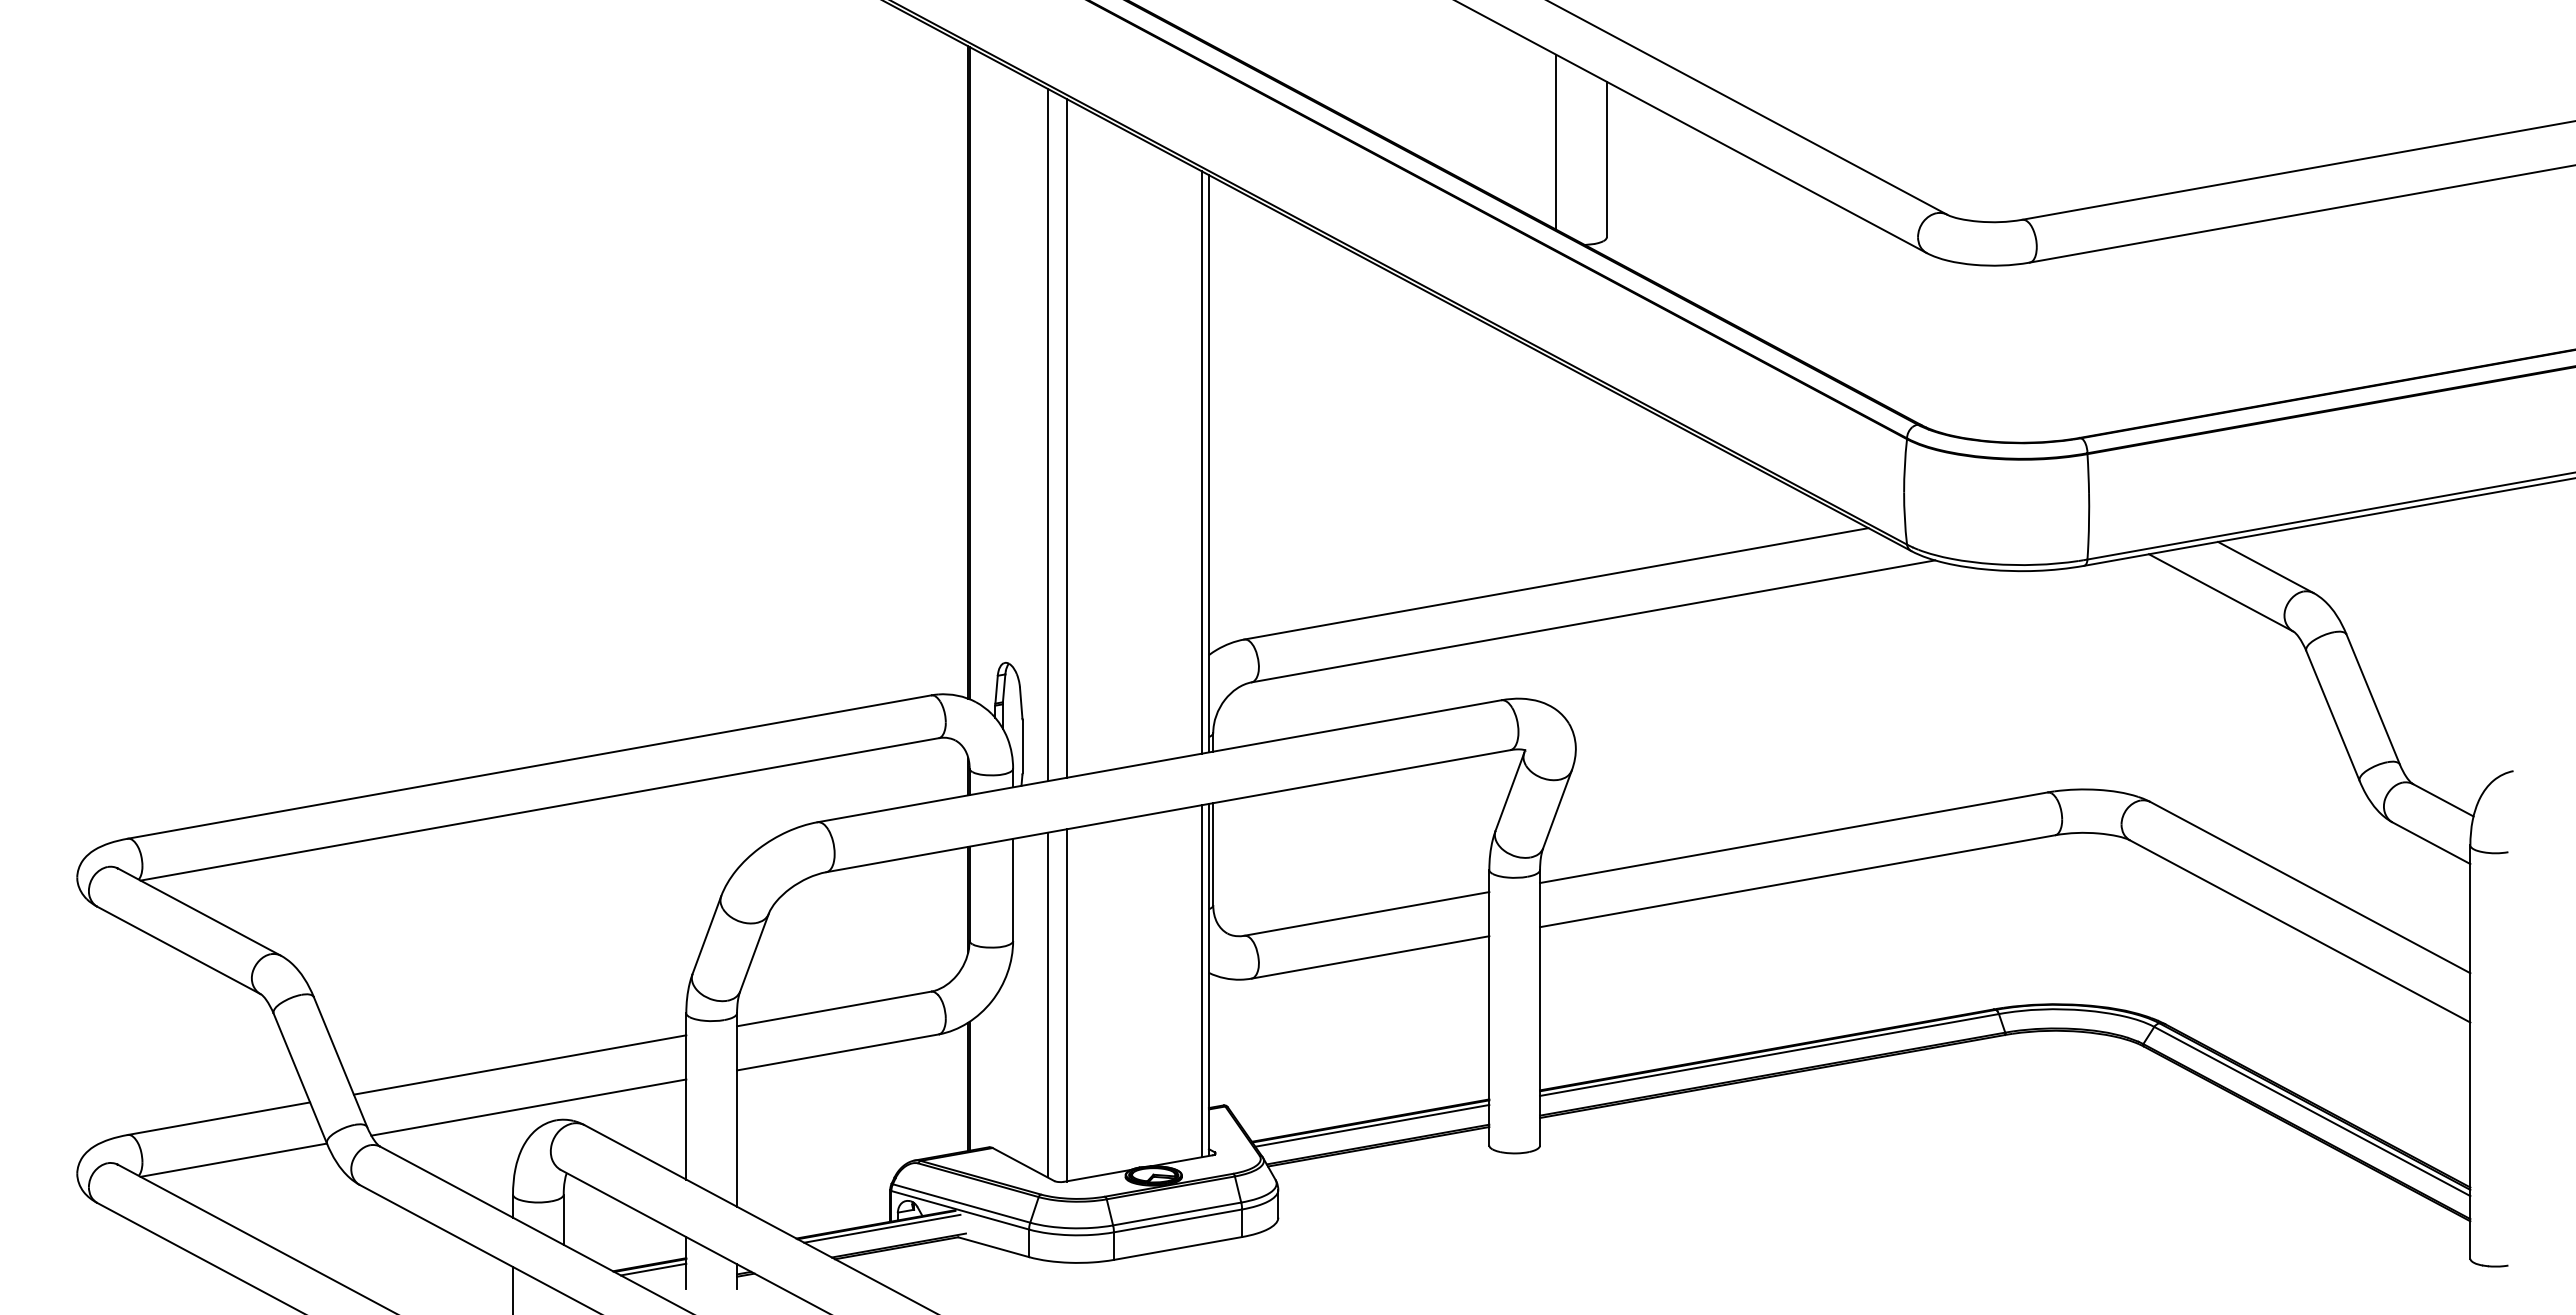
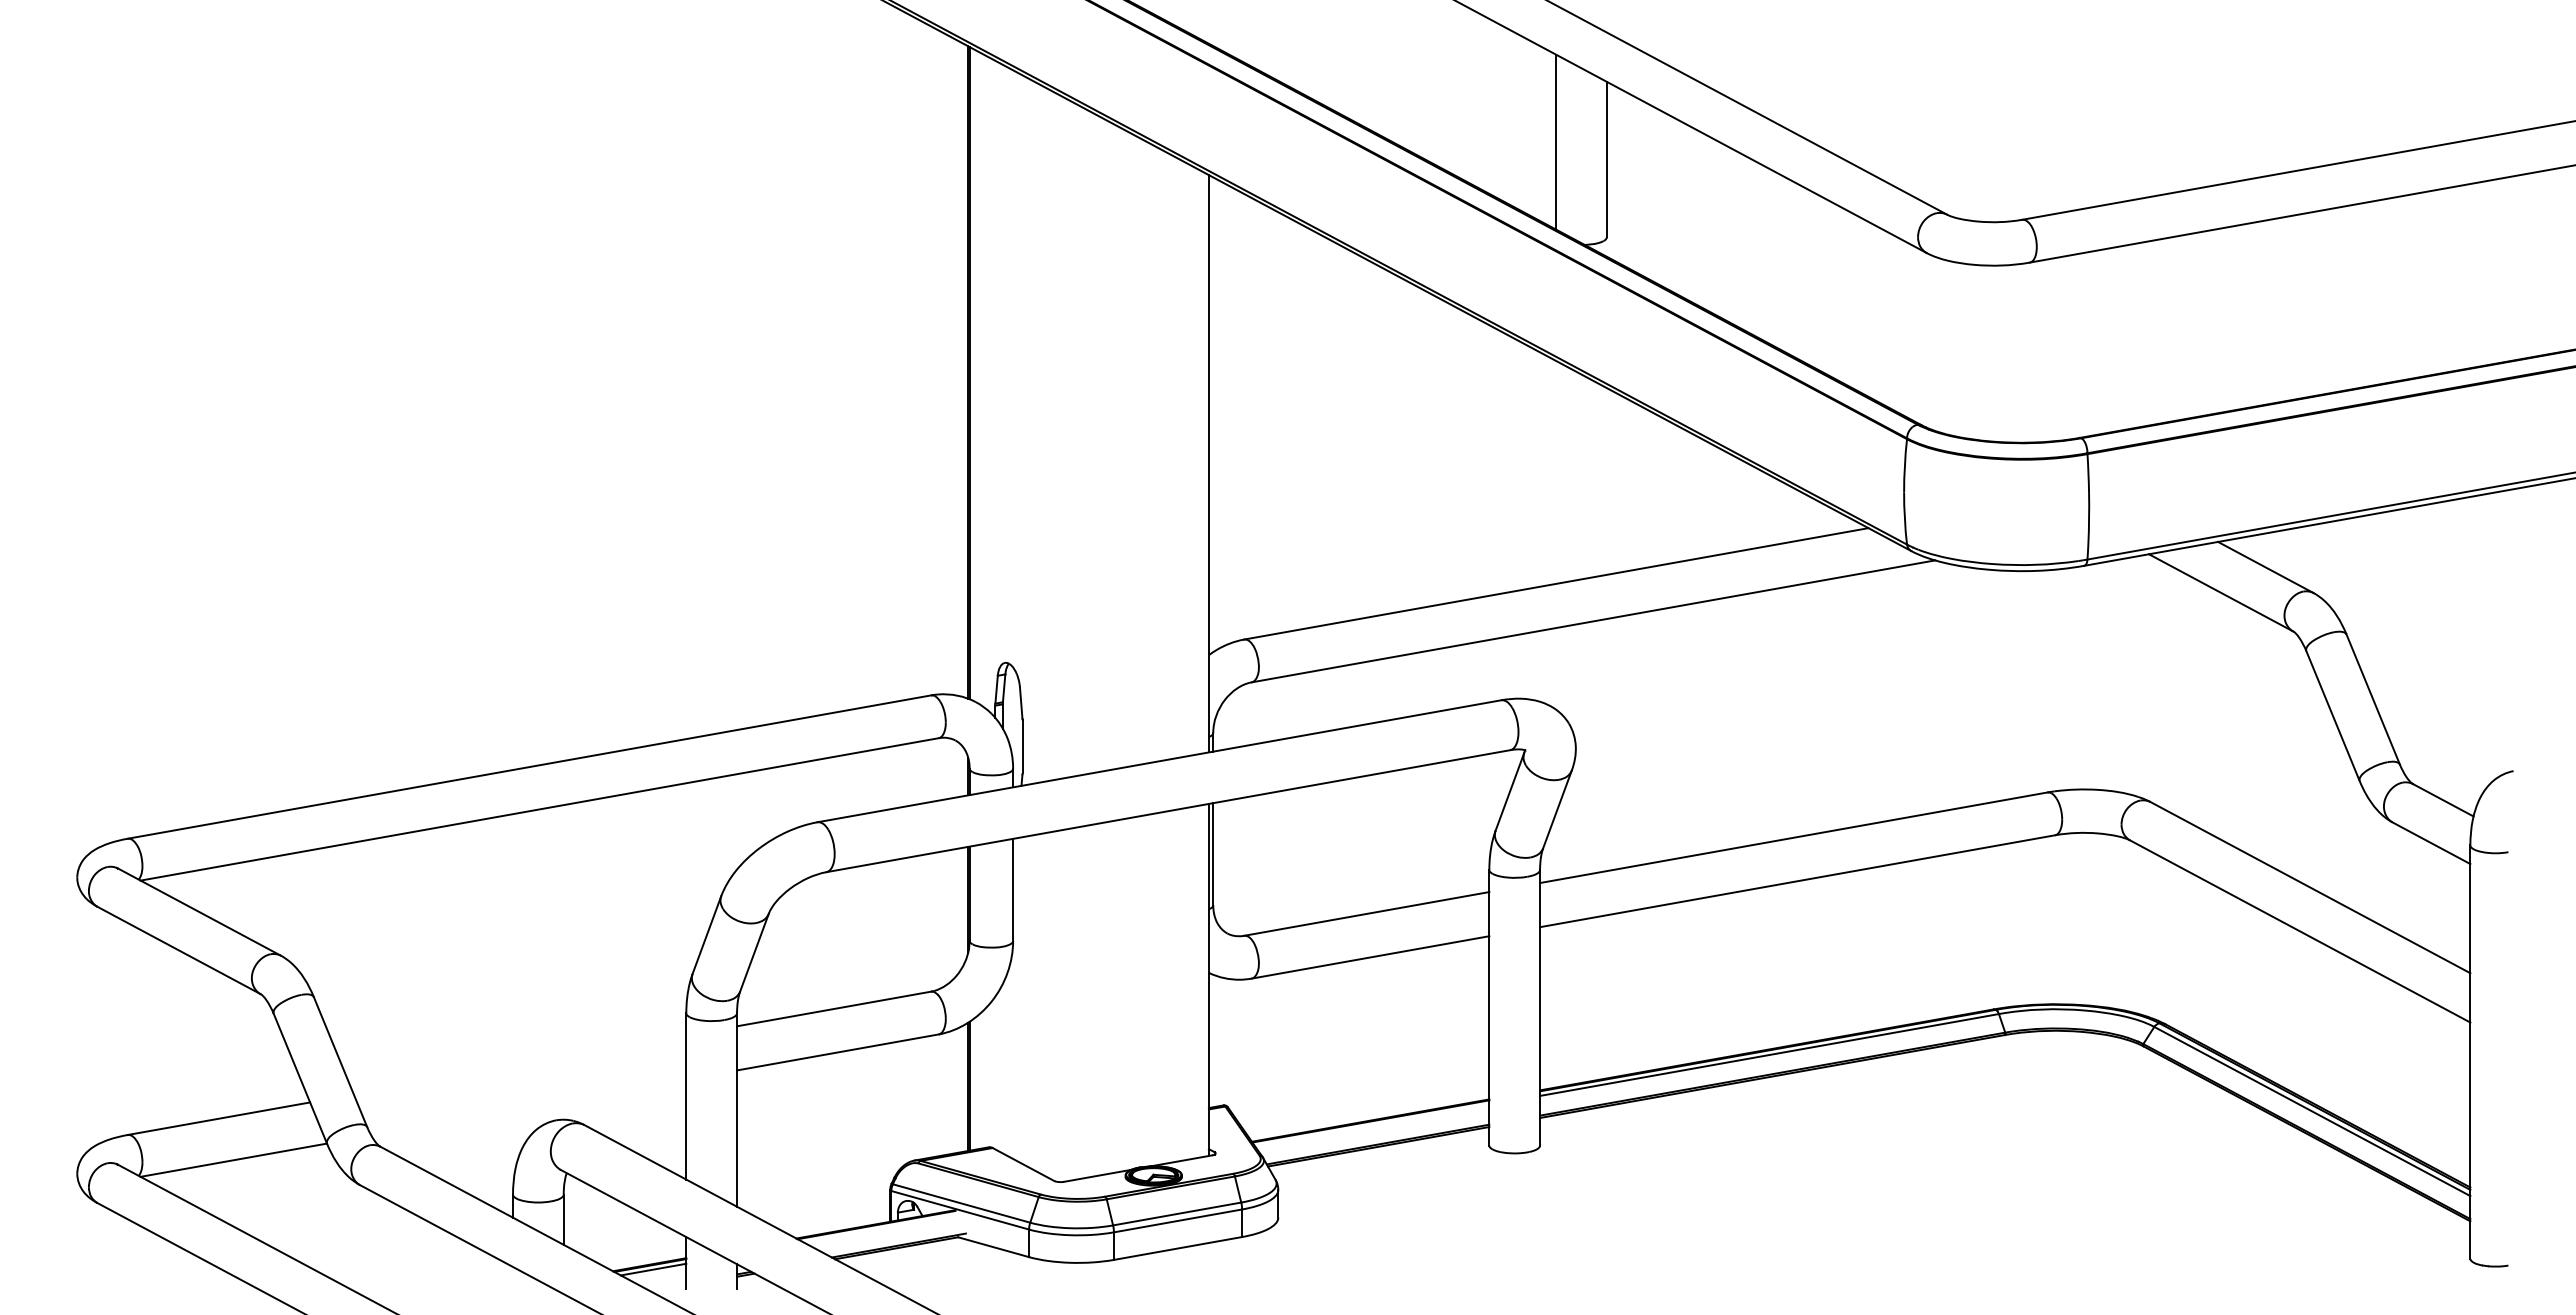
line at (1047, 434): present -> none
line at (1067, 438): present -> none
line at (1201, 462): present -> none
line at (1201, 981): present -> none
line at (1047, 1004): present -> none
line at (1067, 1005): present -> none
line at (519, 1064): present -> none
line at (528, 1107): present -> none
line at (1372, 1125): present -> none
line at (882, 1228): present -> none
line at (513, 1289): present -> none
